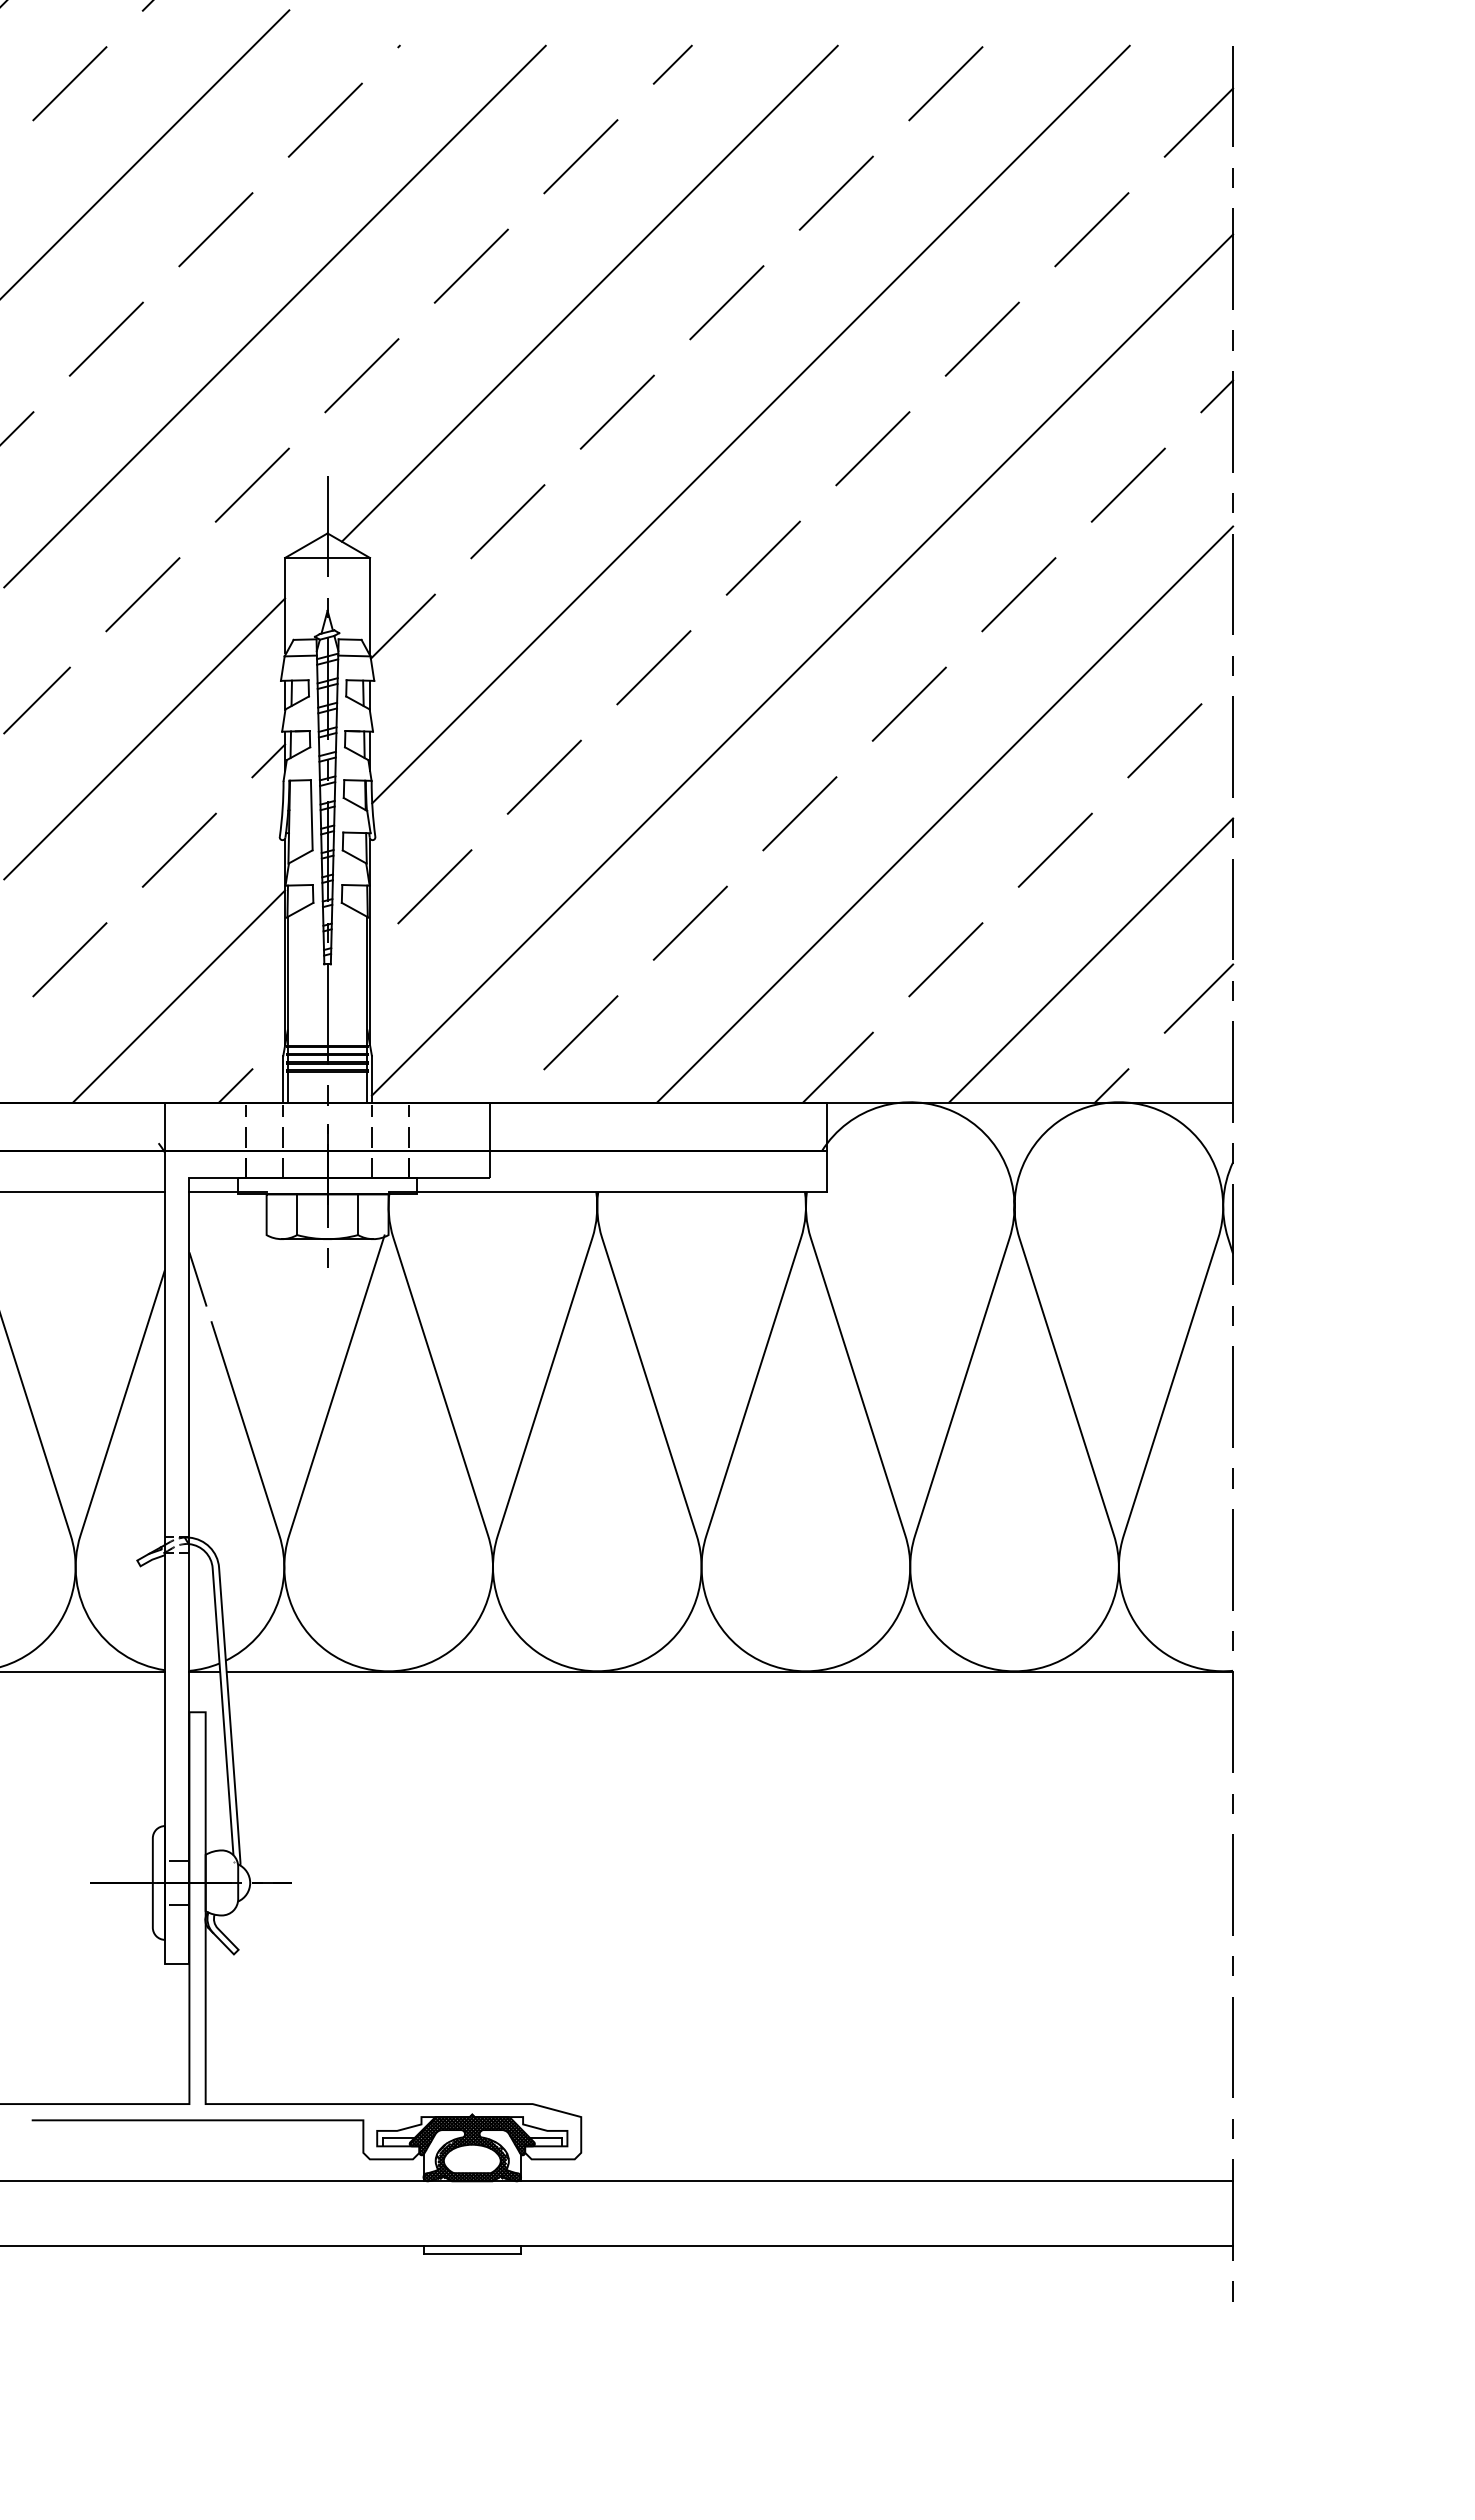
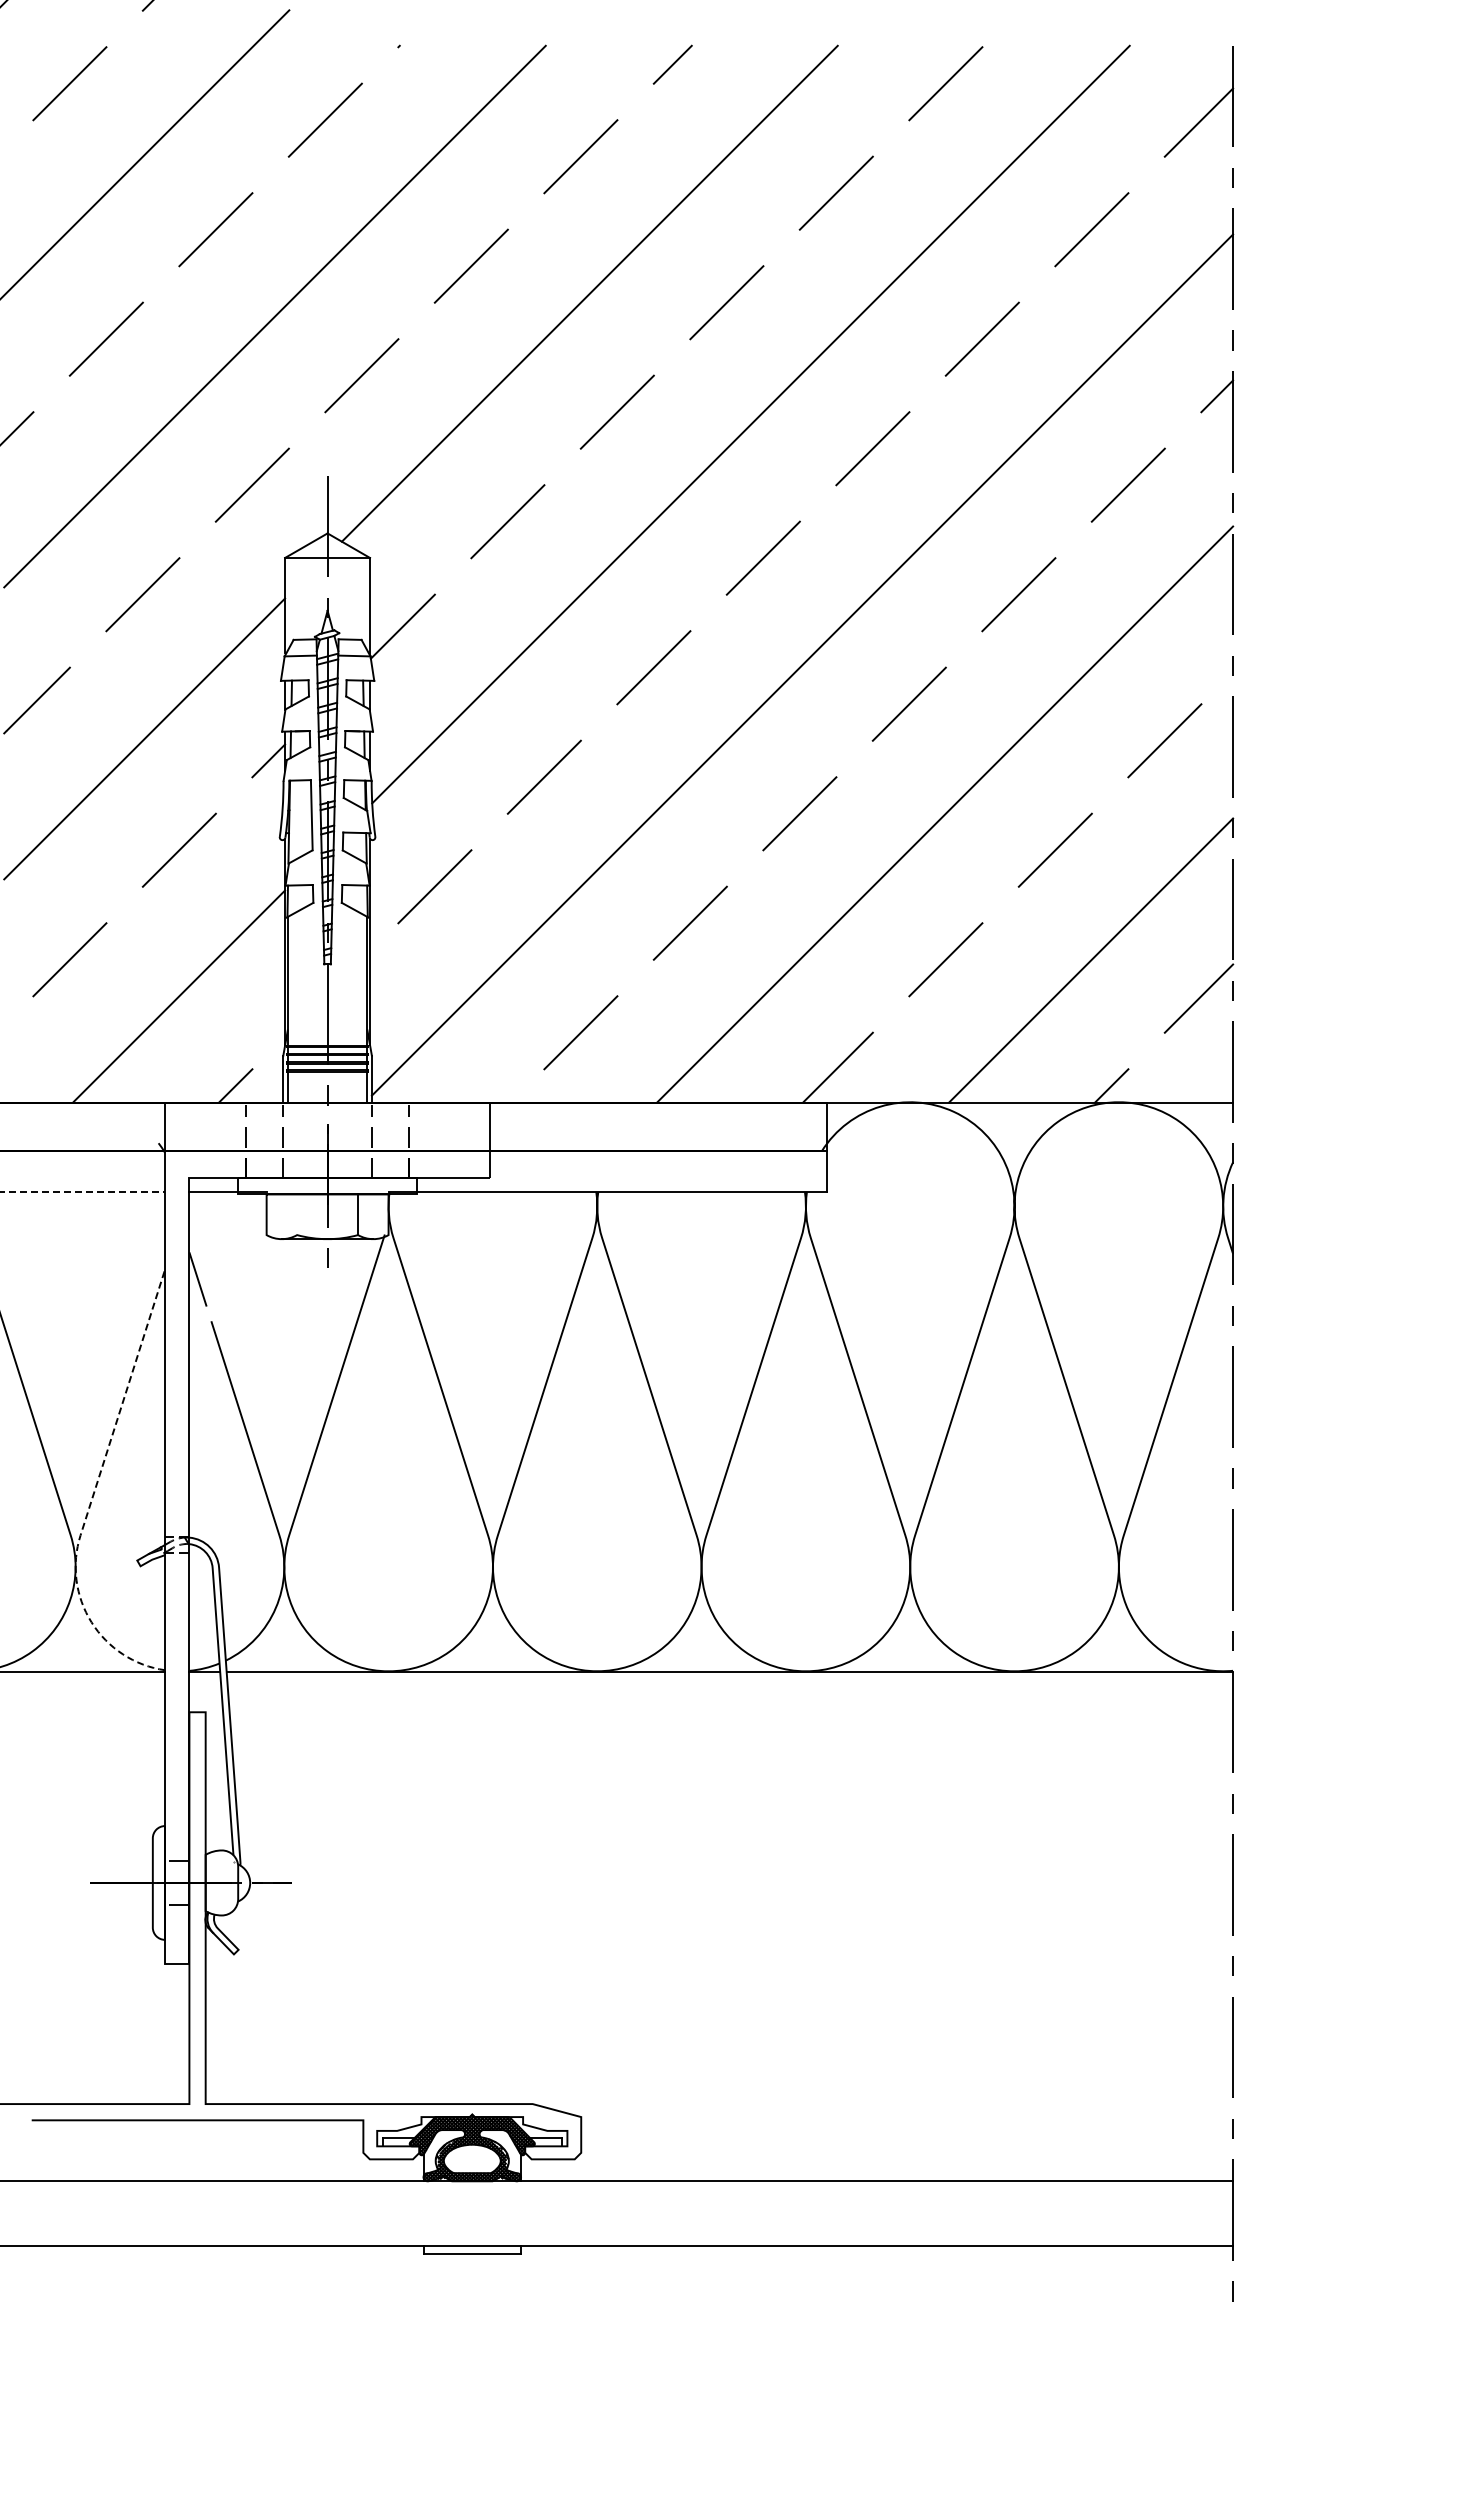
line at (83, 1192): solid -> dashed
line at (297, 1214): present -> none
line at (91, 1501): solid -> dashed
